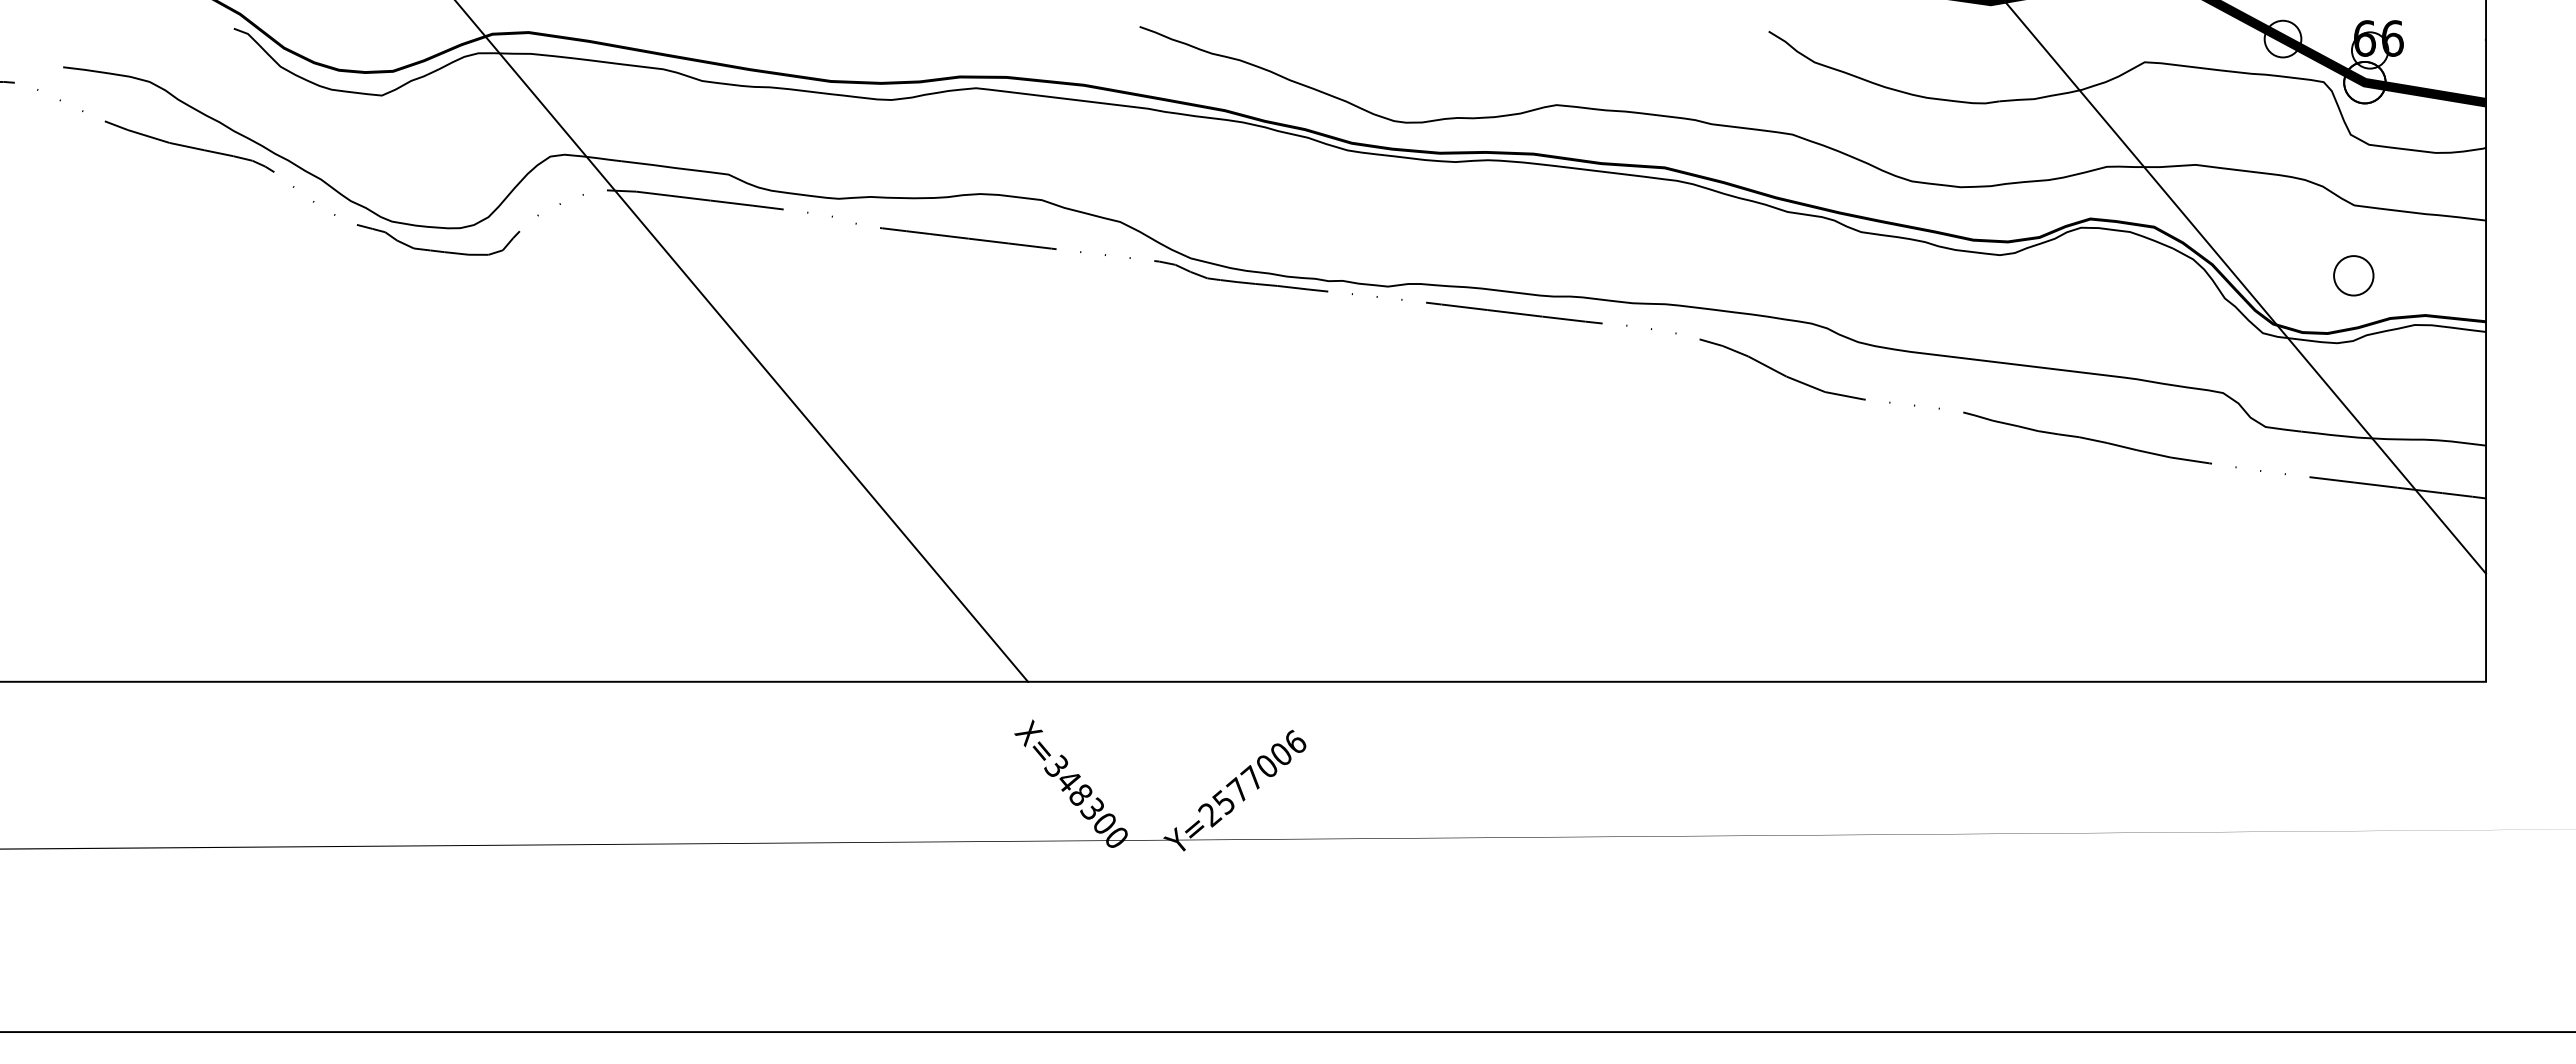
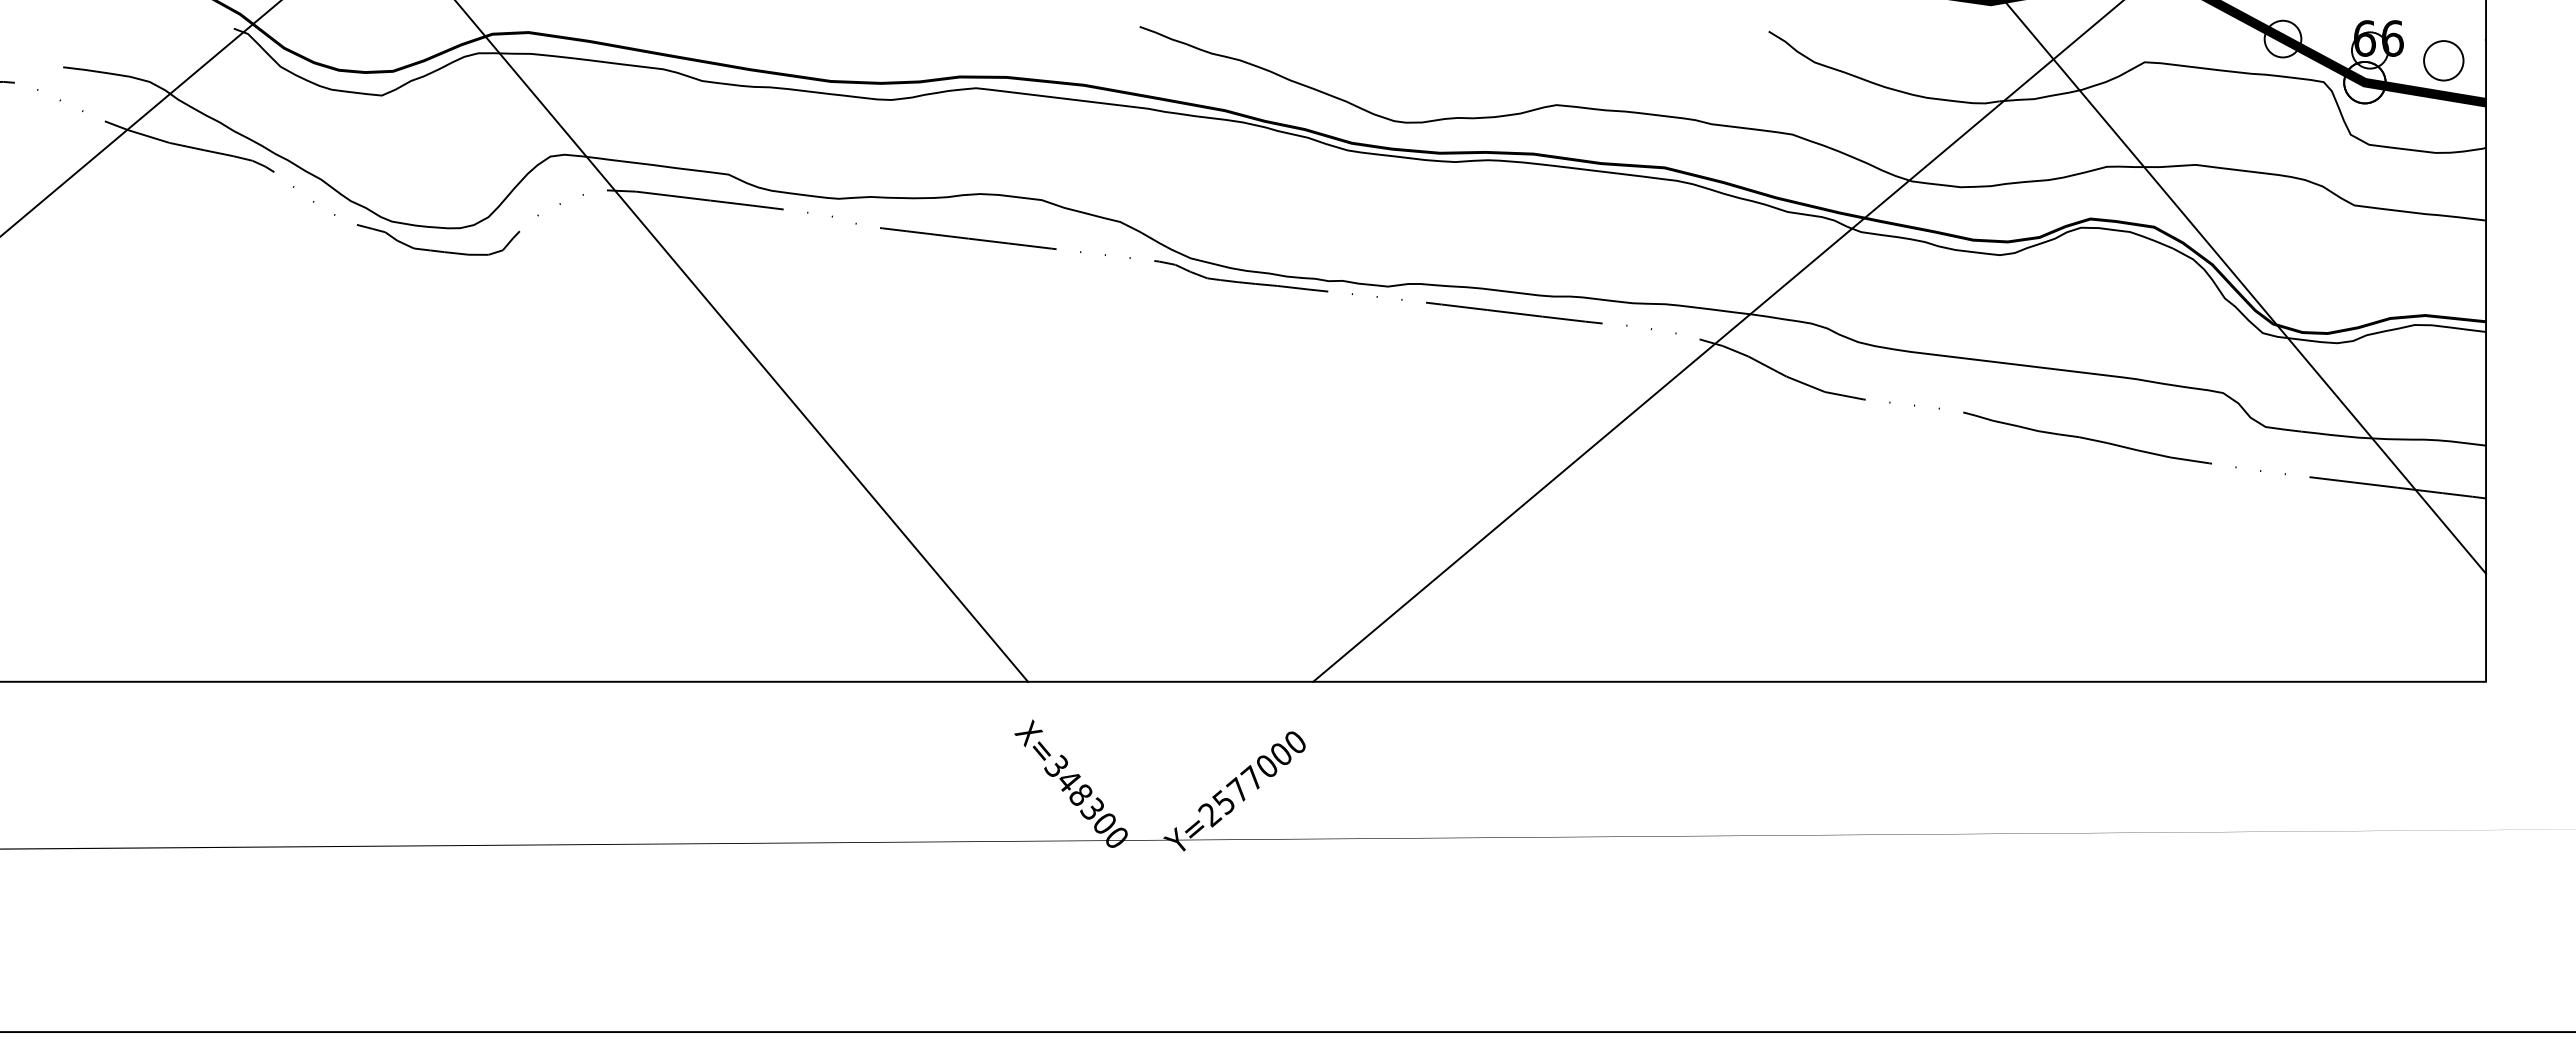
line at (140, 118): none -> present
circle at (2353, 275) position: (2353, 275) -> (2443, 60)
line at (1717, 341): none -> present
text at (1295, 741): Y=2577006 -> Y=2577000
